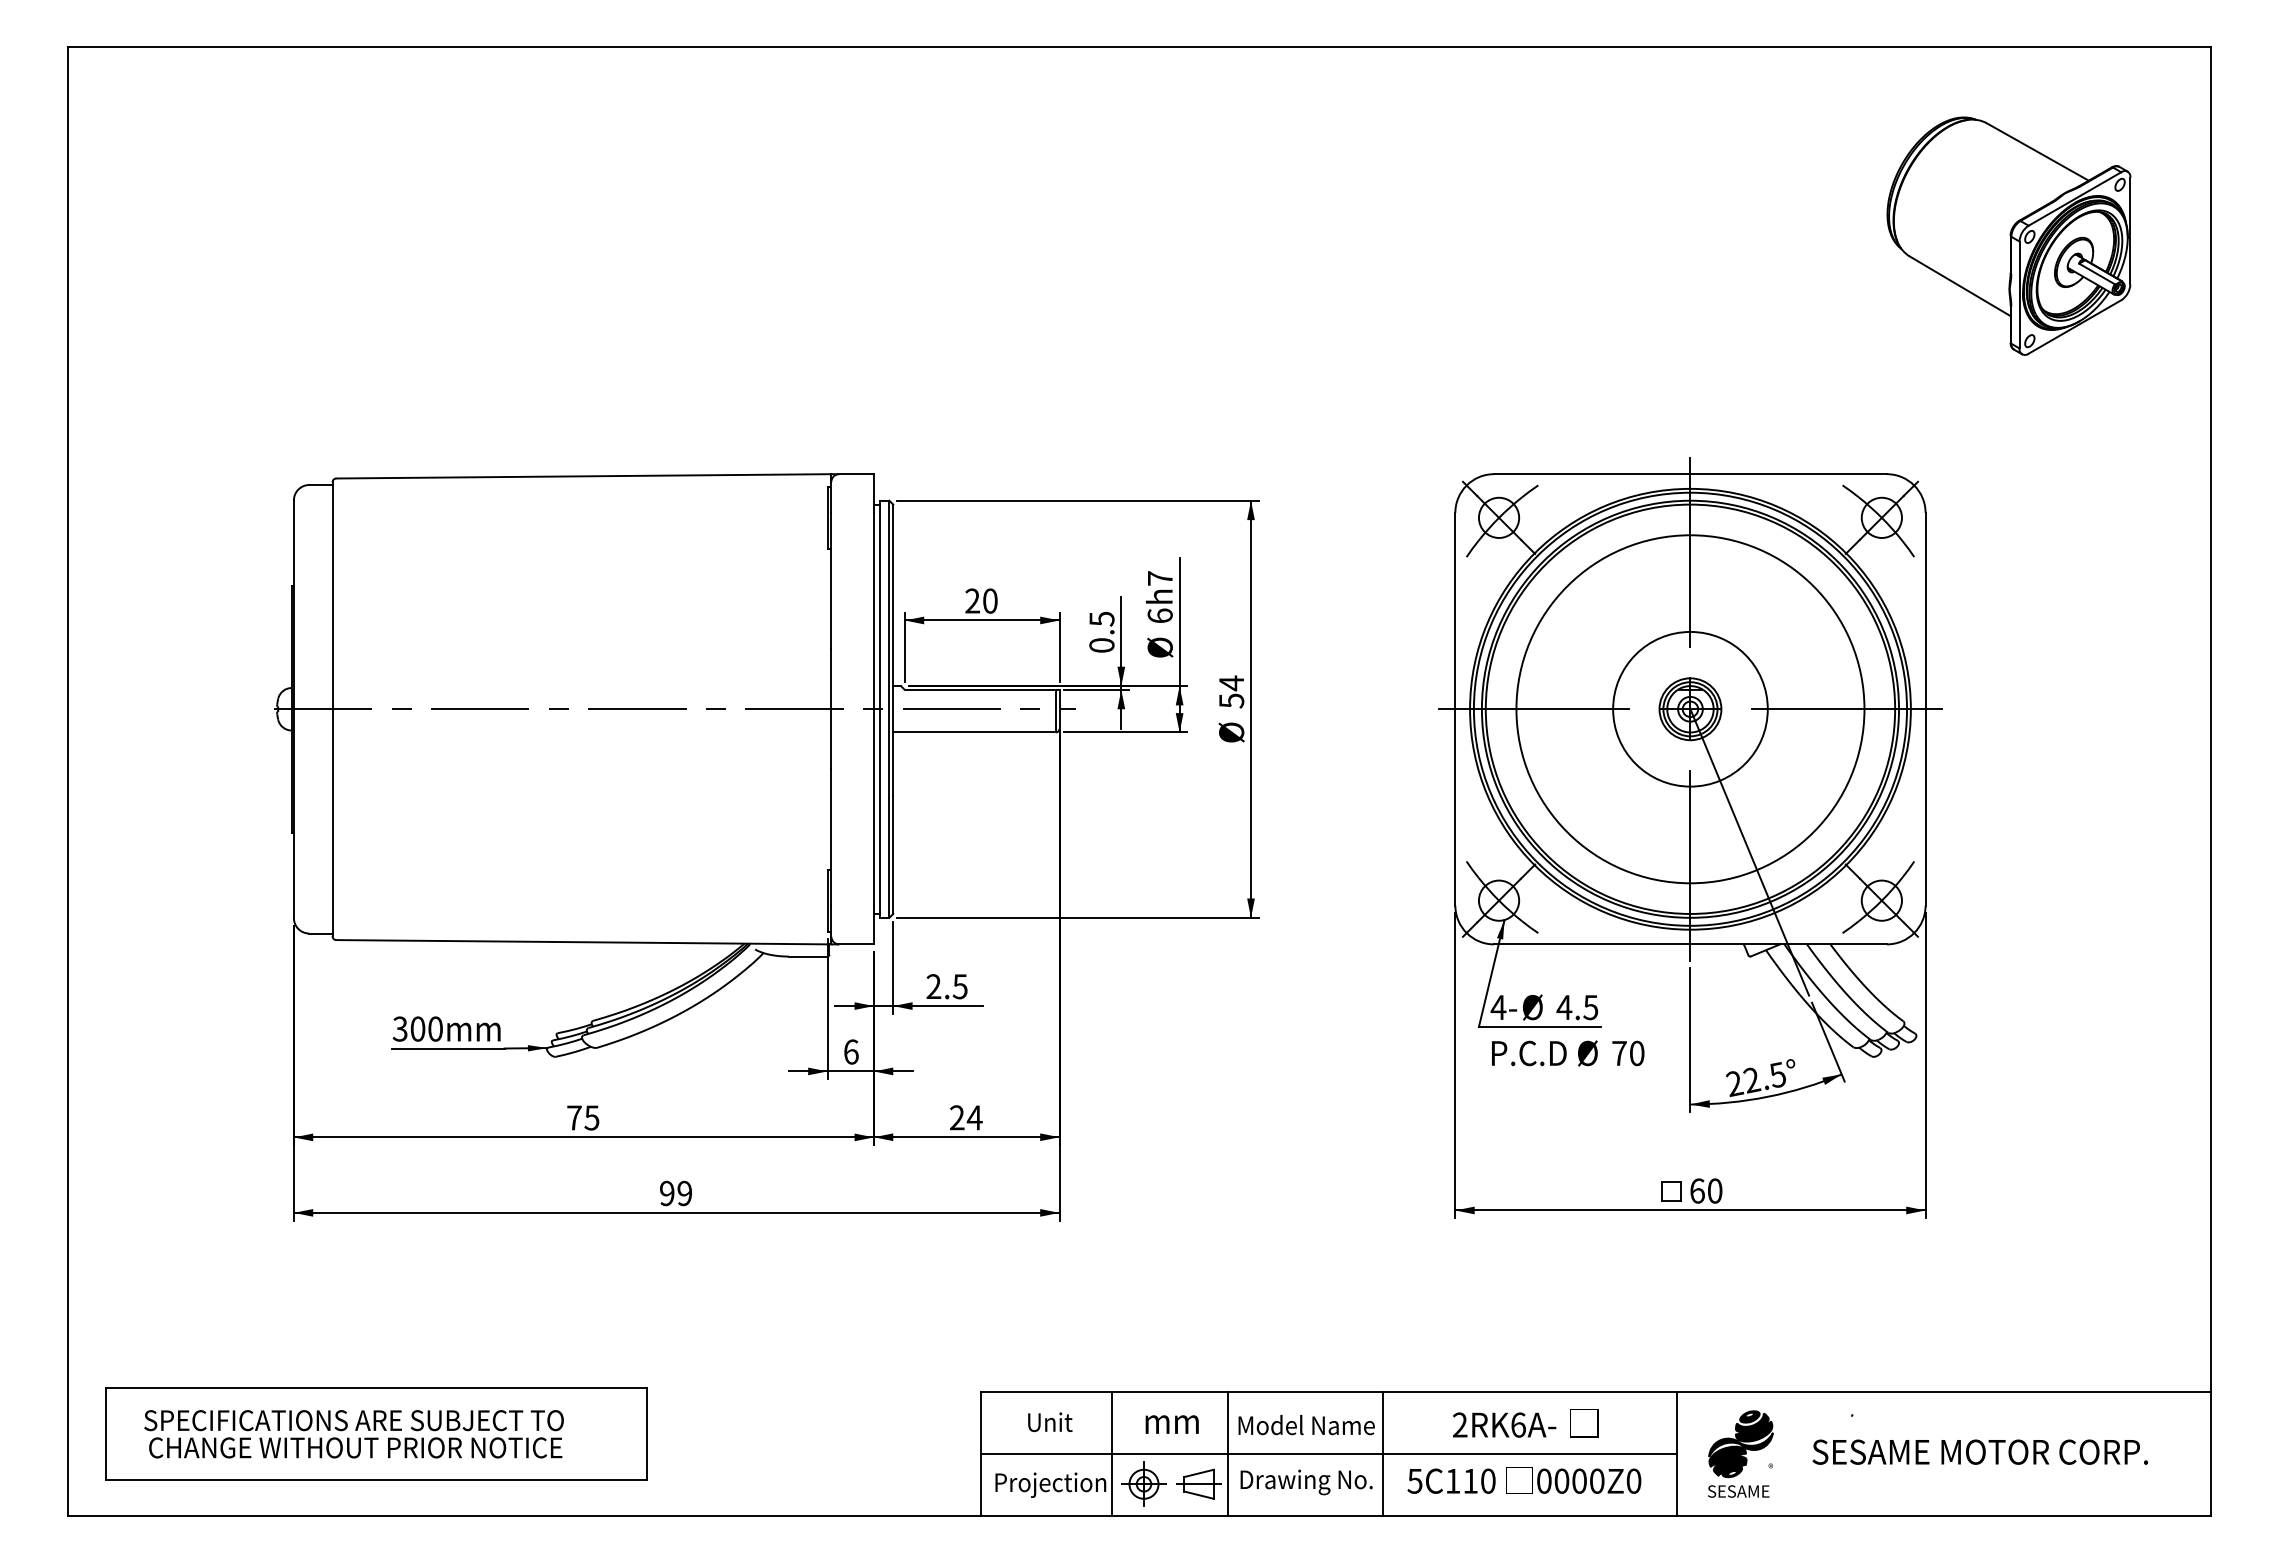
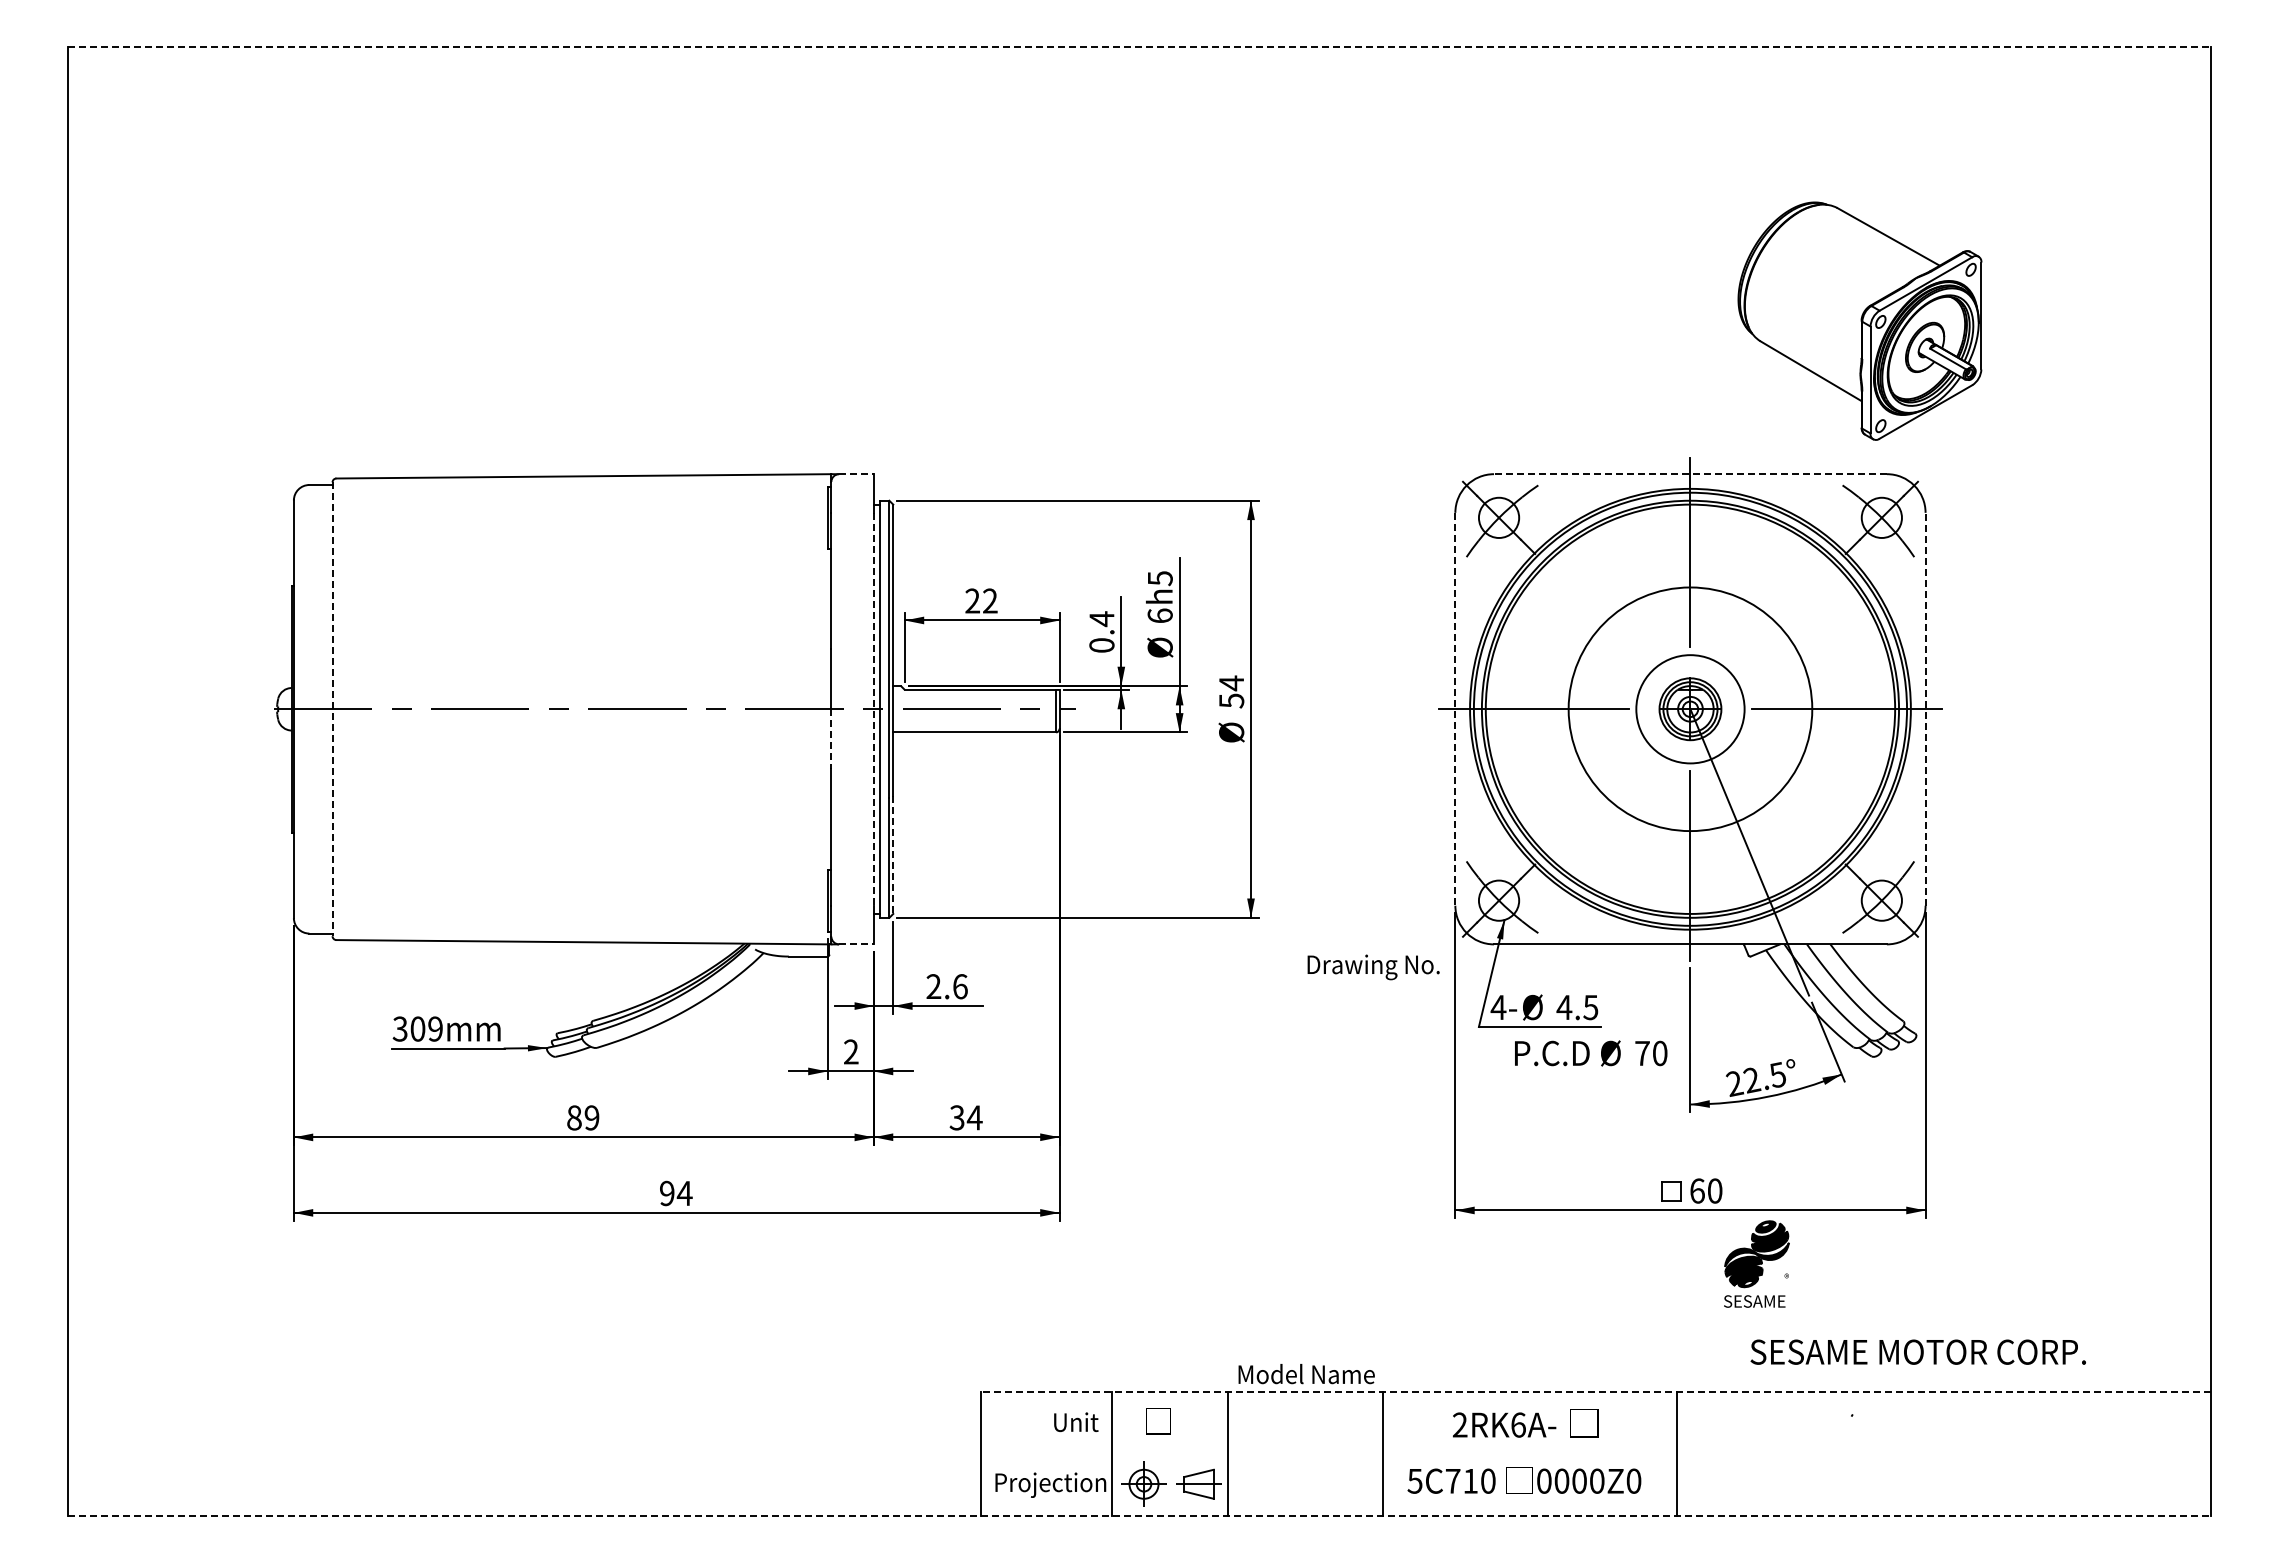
line at (1139, 46): solid -> dashed
part at (2008, 235) position: (2008, 235) -> (1859, 320)
line at (857, 474): solid -> dashed
line at (1689, 474): solid -> dashed
text at (1160, 578): h7 -> h5
text at (990, 600): 20 -> 22
text at (1101, 619): 0.5 -> 0.4
circle at (1690, 708) diameter: 155 px -> 108 px
line at (1925, 708): solid -> dashed
line at (332, 709): solid -> dashed
line at (873, 709): solid -> dashed
line at (1455, 709): solid -> dashed
circle at (1690, 709) diameter: 348 px -> 244 px
line at (831, 739): solid -> dashed
line at (893, 855): solid -> dashed
line at (857, 944): solid -> dashed
text at (959, 986): 2.5 -> 2.6
text at (435, 1028): 300mm -> 309mm
text at (851, 1051): 6 -> 2
text at (1568, 1053) position: (1568, 1053) -> (1591, 1053)
text at (583, 1117): 75 -> 89
text at (956, 1117): 24 -> 34
text at (684, 1193): 99 -> 94
line at (1595, 1392): solid -> dashed
text at (1171, 1421): mm -> □
text at (1050, 1422) position: (1050, 1422) -> (1076, 1422)
text at (1306, 1425) position: (1306, 1425) -> (1306, 1374)
part at (376, 1433): present -> none
text at (1979, 1451) position: (1979, 1451) -> (1917, 1351)
part at (1740, 1453) position: (1740, 1453) -> (1756, 1263)
line at (1328, 1454): present -> none
text at (1453, 1481): 5C110 -> 5C710
text at (1306, 1482) position: (1306, 1482) -> (1373, 967)
line at (1139, 1516): solid -> dashed
